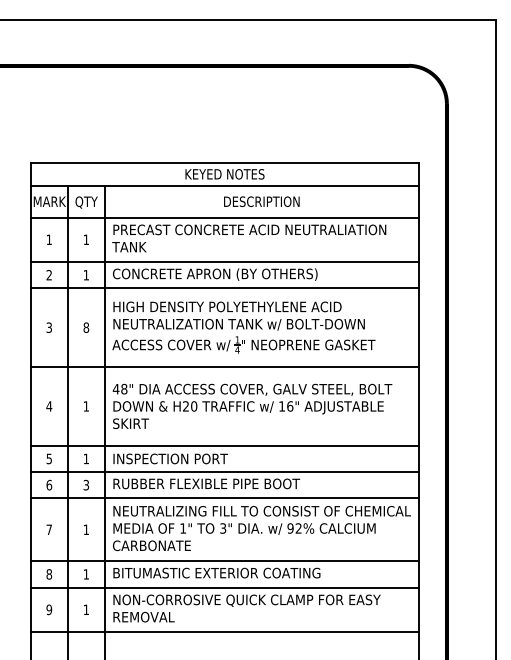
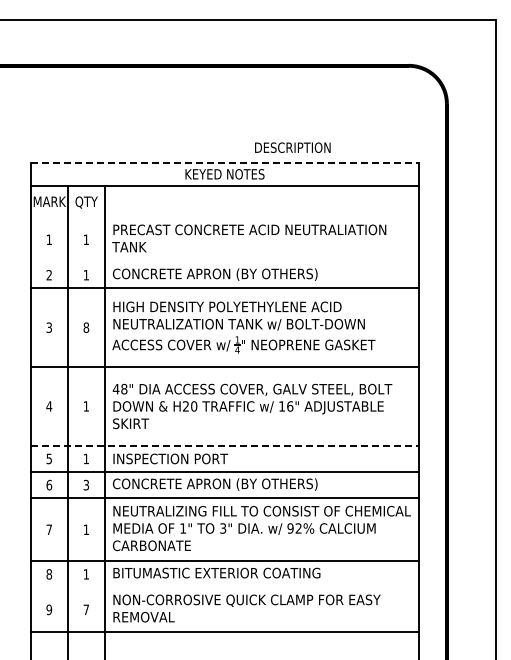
line at (224, 162): solid -> dashed
text at (261, 201) position: (261, 201) -> (292, 147)
line at (224, 217): present -> none
line at (224, 262): present -> none
line at (224, 445): solid -> dashed
text at (215, 484): RUBBER FLEXIBLE PIPE BOOT -> CONCRETE APRON (BY OTHERS)
line at (224, 587): present -> none
text at (85, 609): 1 -> 7
